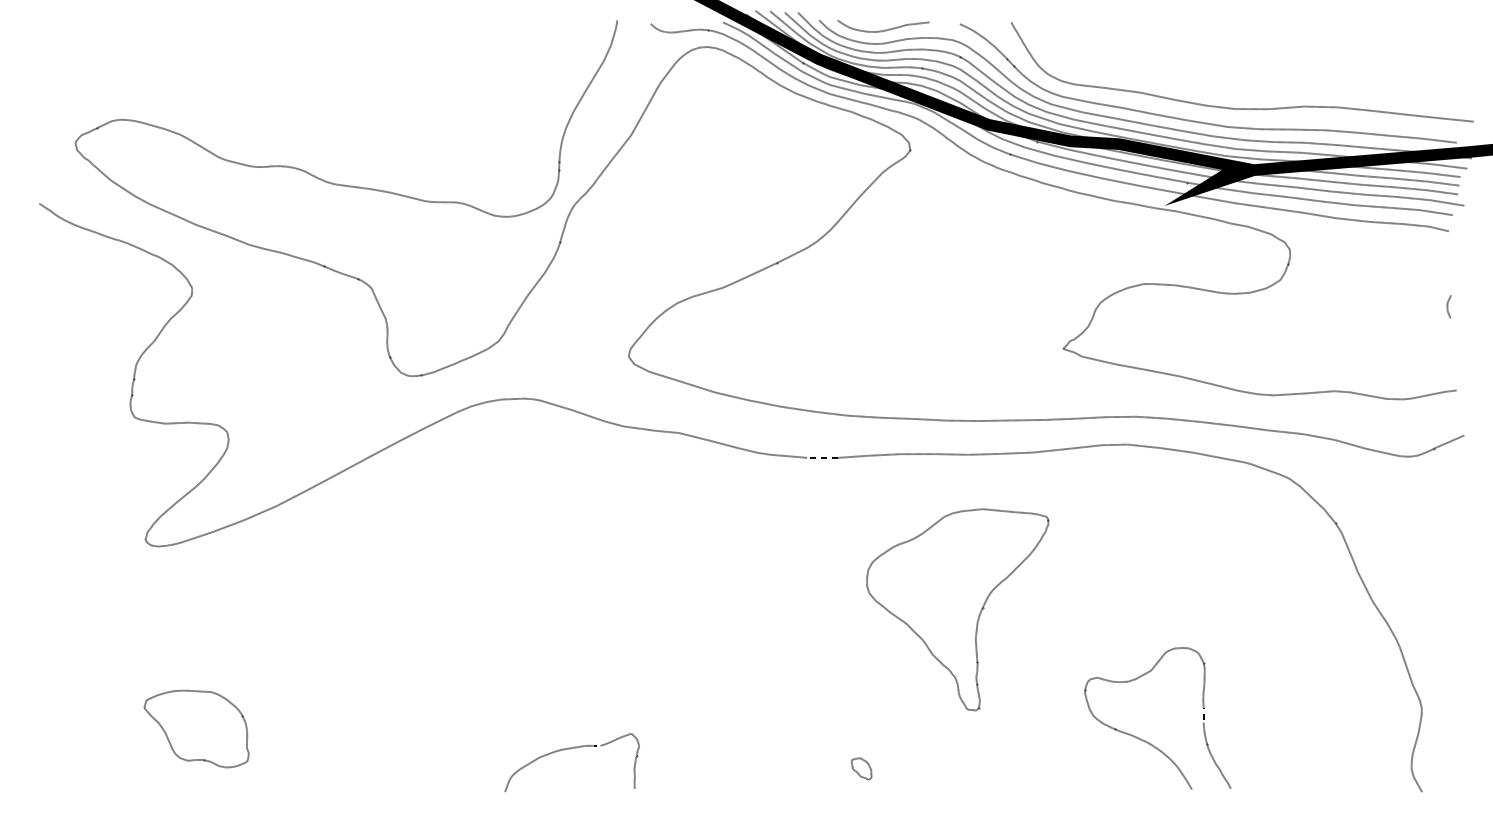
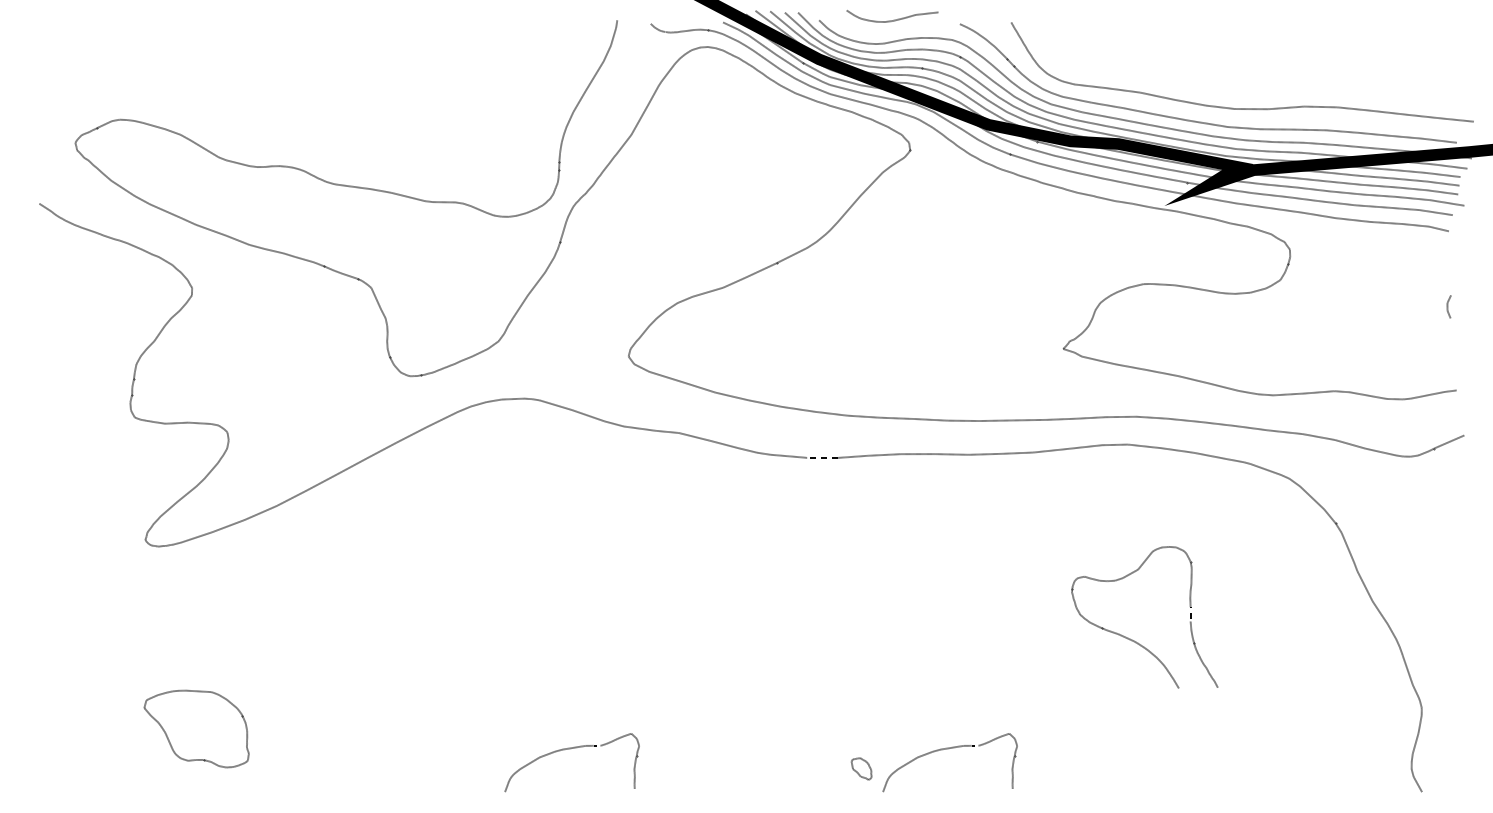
curve at (885, 29) position: (885, 29) -> (894, 19)
part at (957, 609): present -> none
curve at (1145, 740) position: (1145, 740) -> (1132, 639)
curve at (948, 749): none -> present
